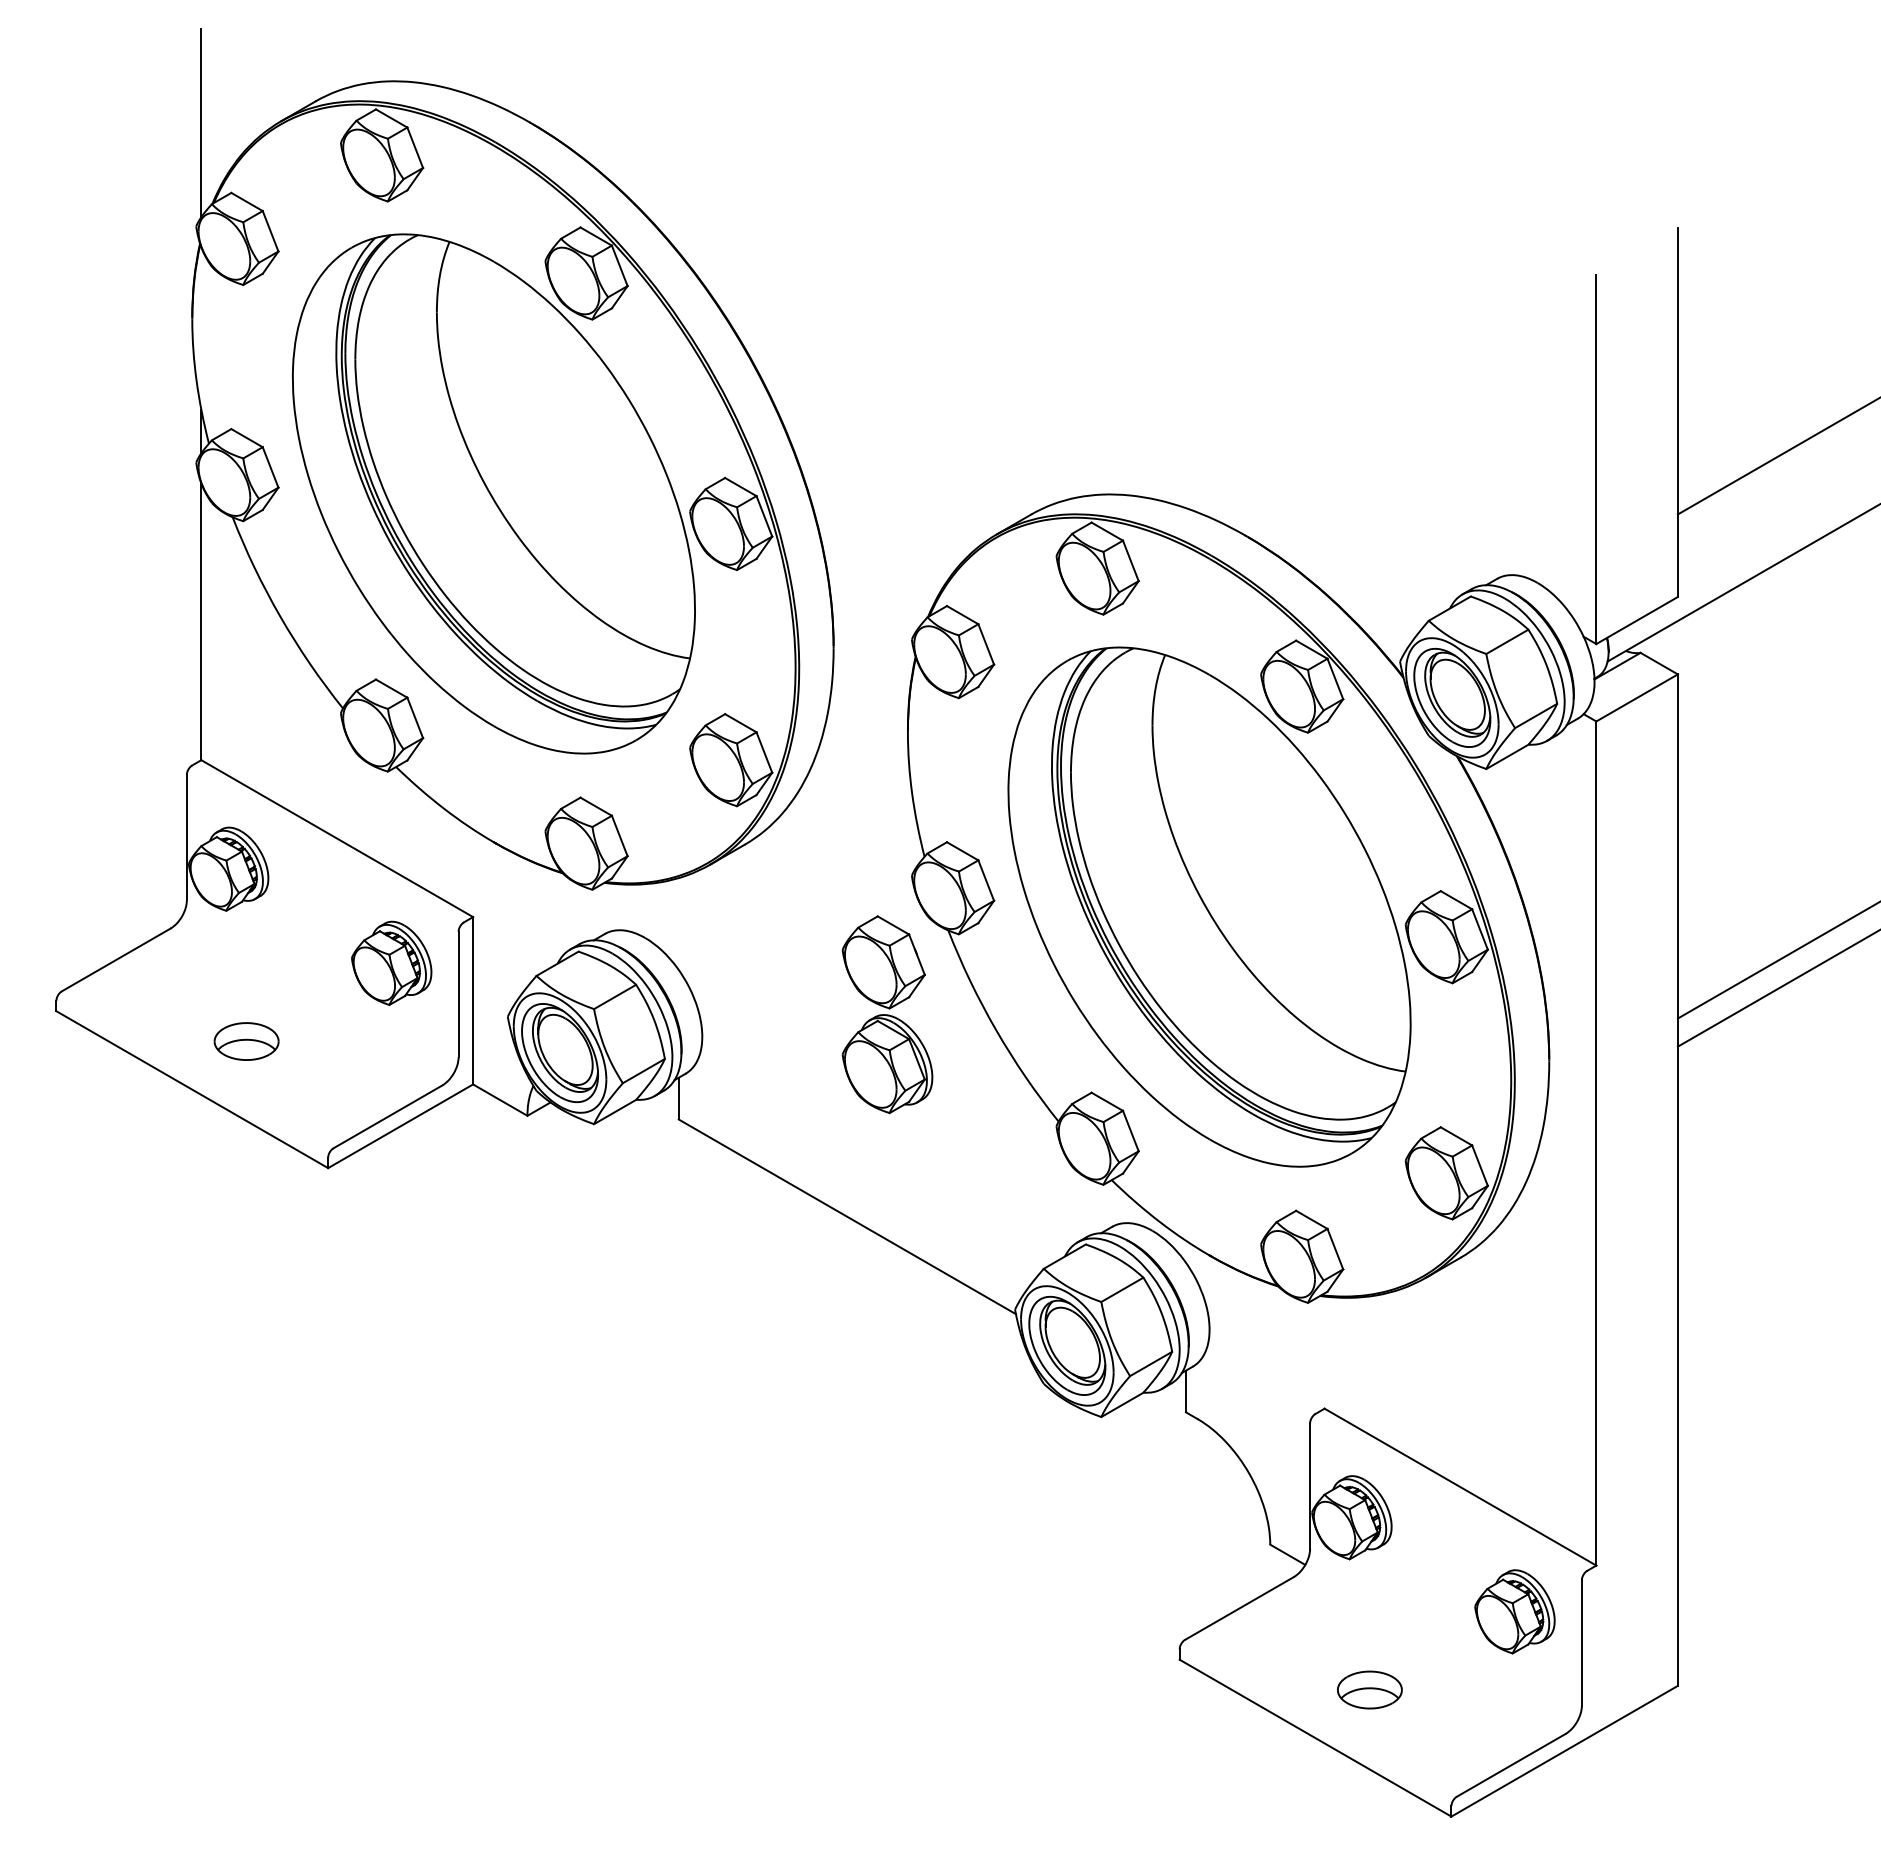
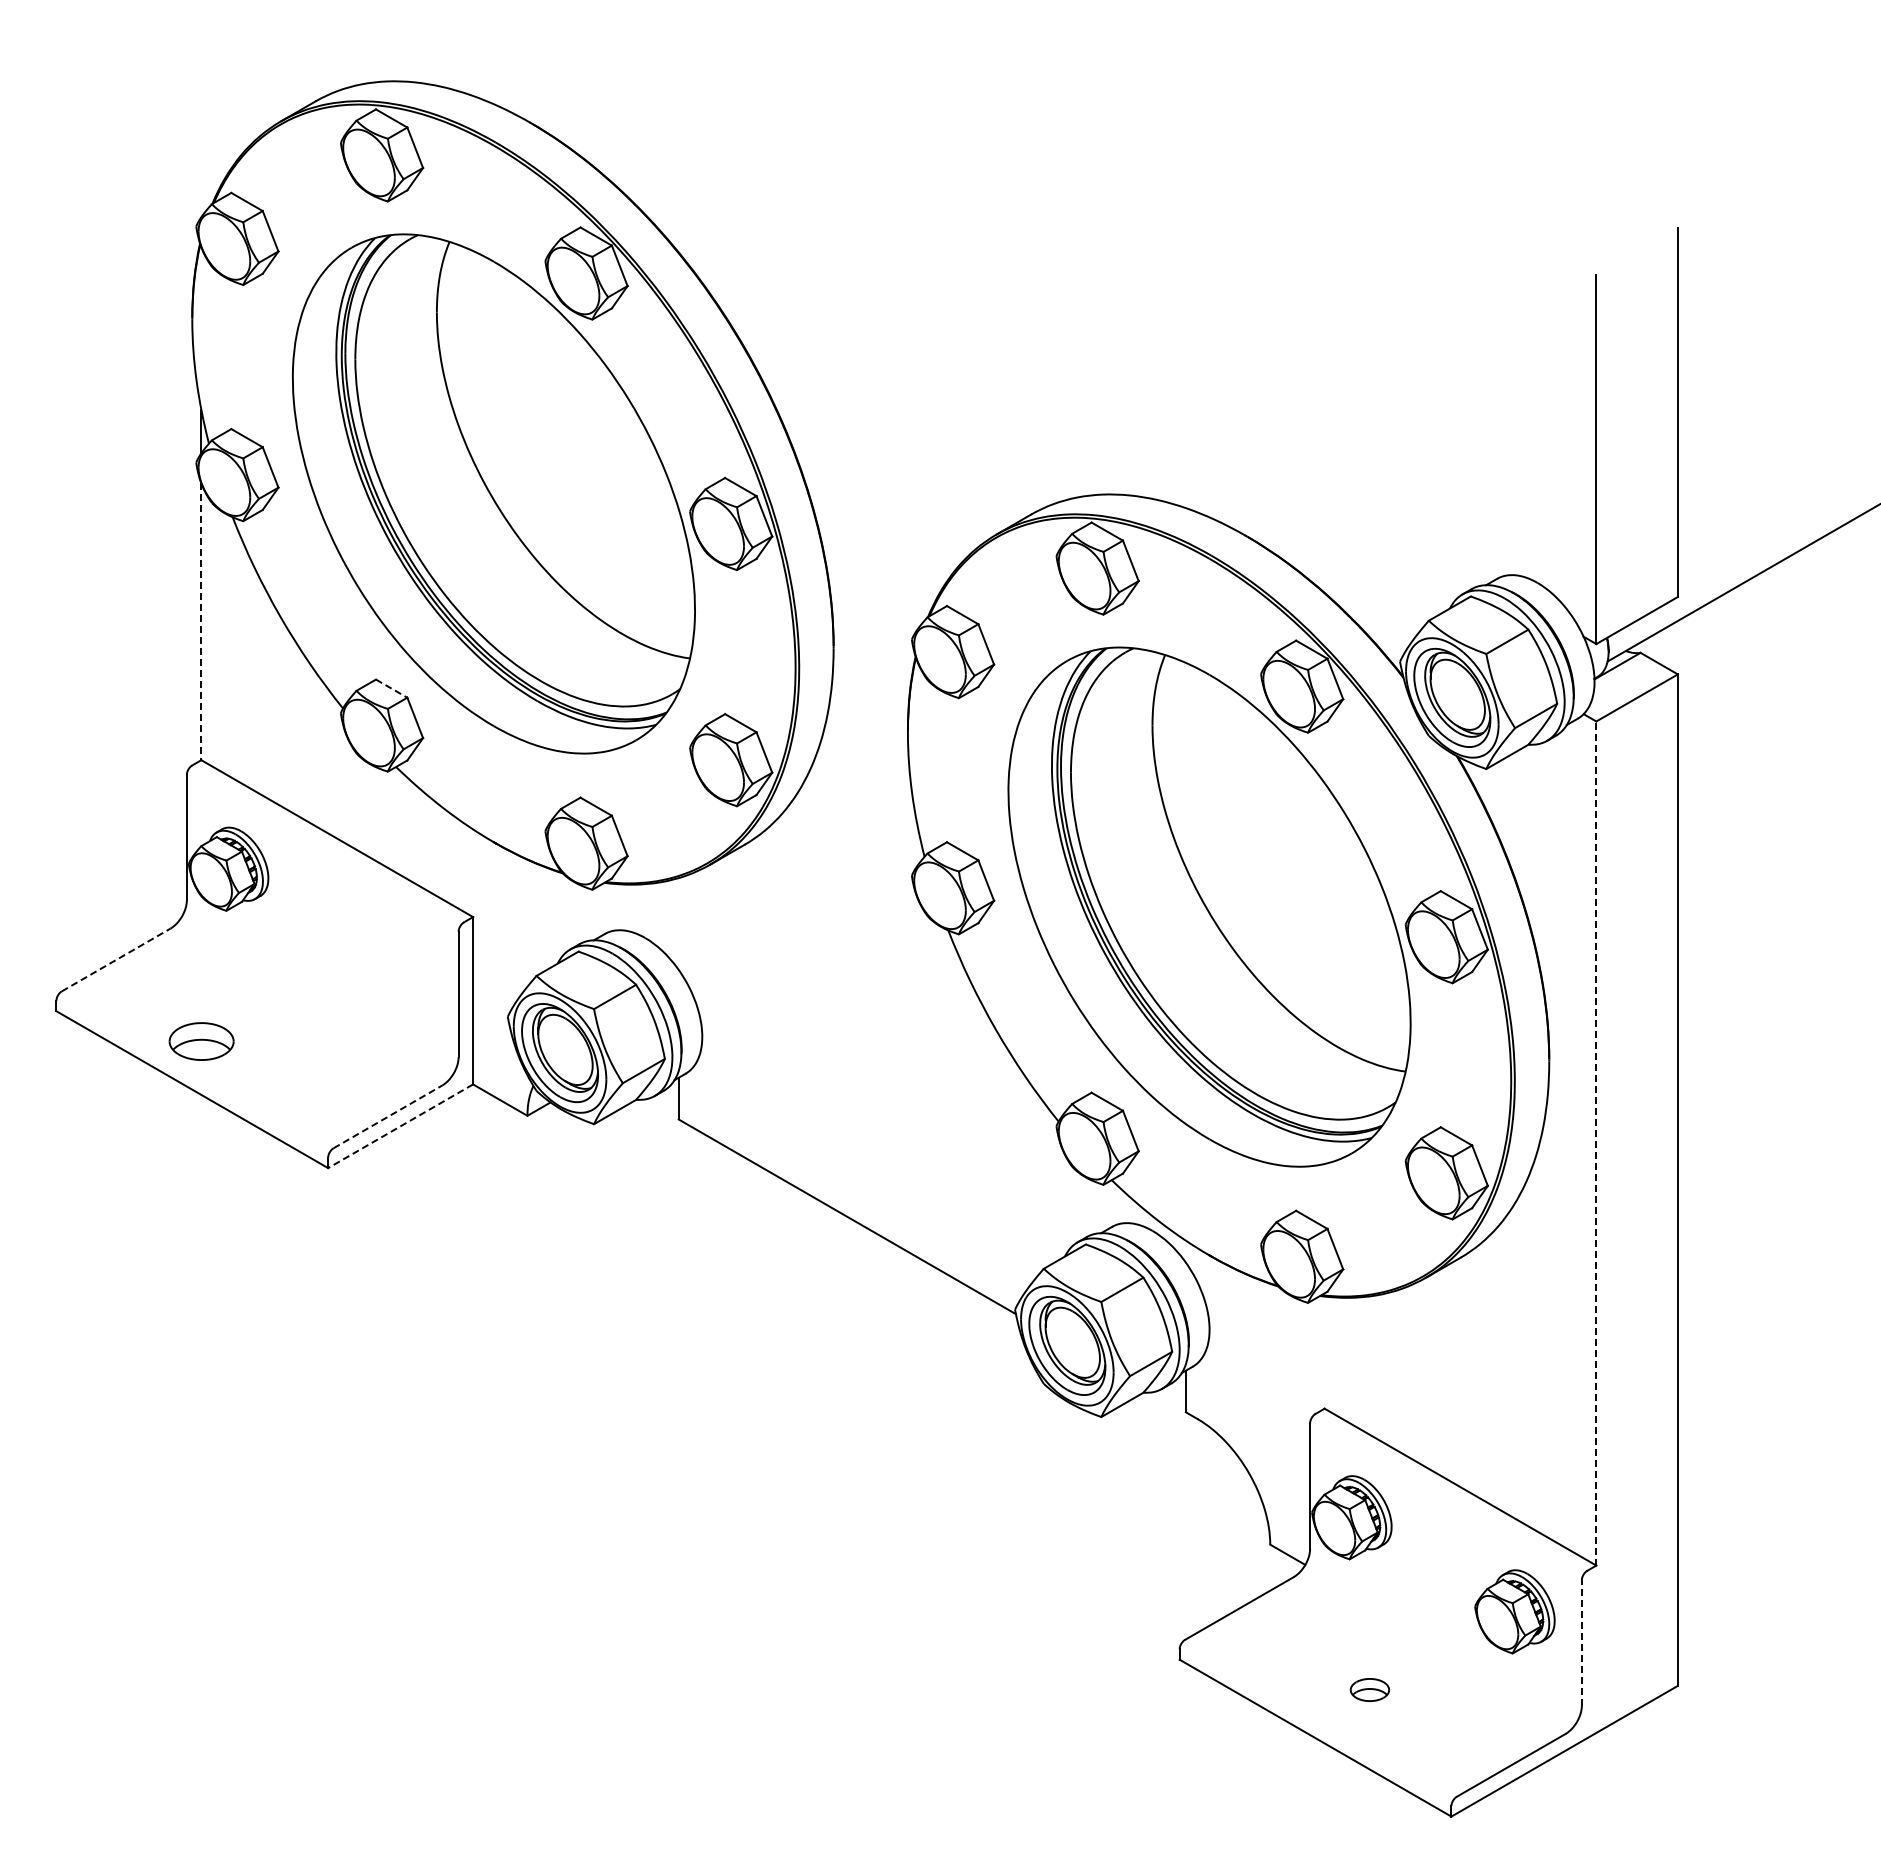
line at (201, 122): present -> none
line at (1777, 456): present -> none
line at (201, 622): solid -> dashed
line at (392, 688): solid -> dashed
line at (116, 959): solid -> dashed
line at (1777, 960): present -> none
part at (391, 962): present -> none
line at (1777, 988): present -> none
part at (887, 1014): present -> none
part at (246, 1041) position: (246, 1041) -> (201, 1041)
line at (387, 1116): solid -> dashed
line at (400, 1126): solid -> dashed
line at (1596, 1143): solid -> dashed
line at (1581, 1642): solid -> dashed
part at (1369, 1689) size: 66x40 px -> 41x24 px
